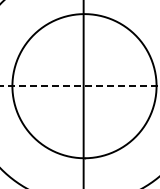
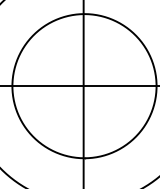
line at (80, 86): dashed -> solid
